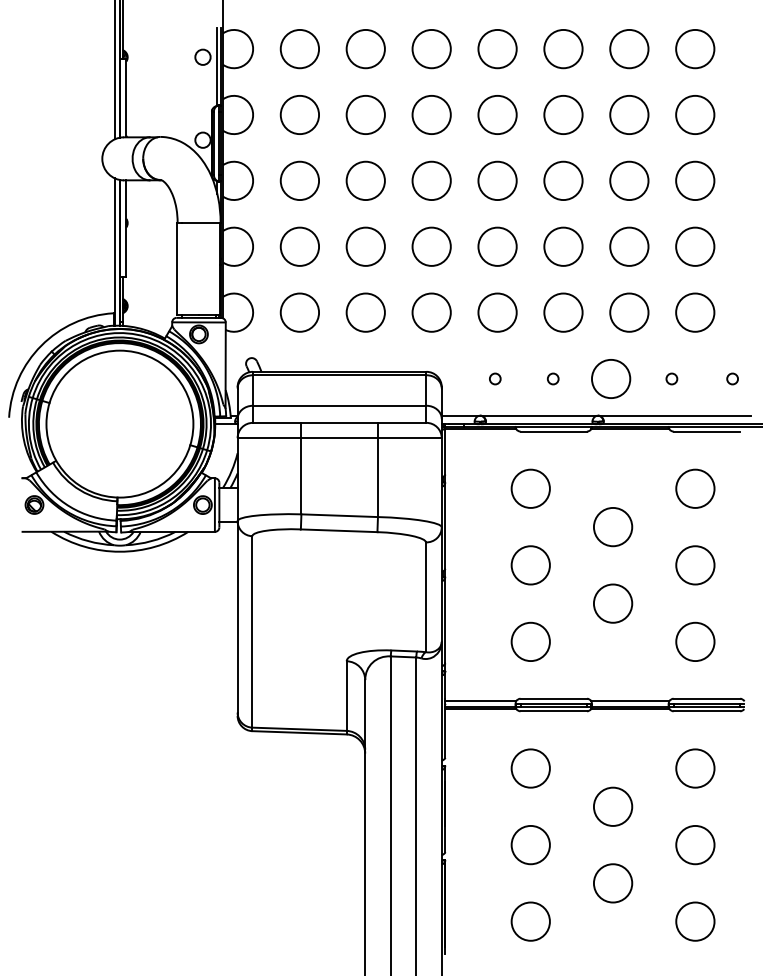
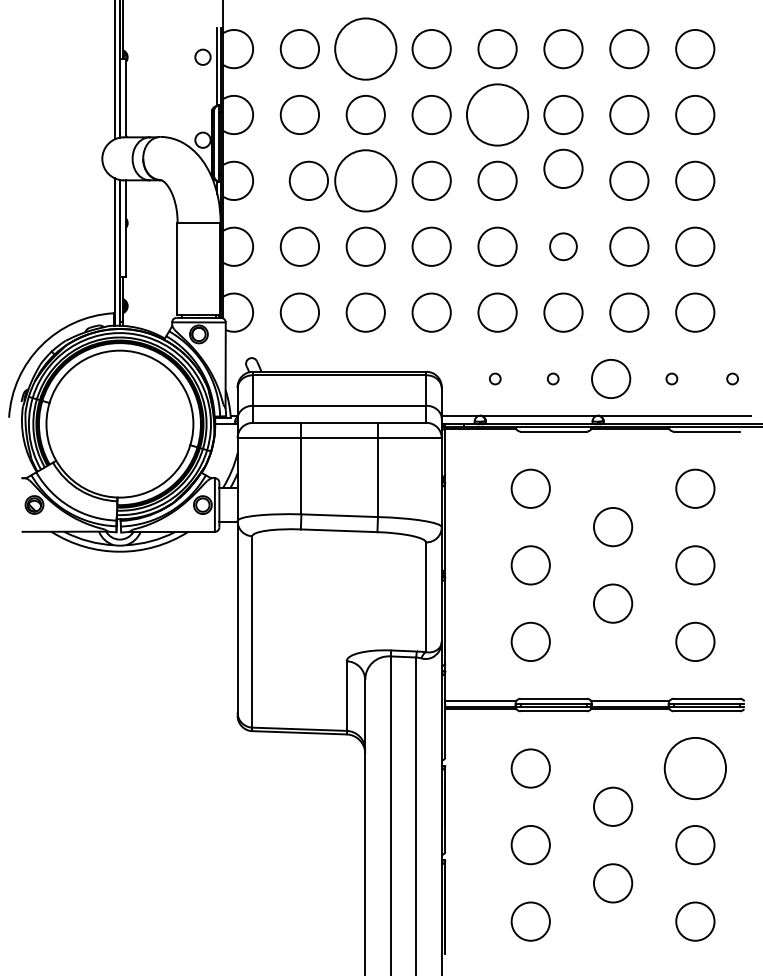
circle at (365, 48) diameter: 38 px -> 61 px
circle at (497, 114) diameter: 38 px -> 61 px
circle at (299, 180) position: (299, 180) -> (308, 180)
circle at (365, 180) diameter: 38 px -> 61 px
circle at (563, 180) position: (563, 180) -> (563, 168)
circle at (563, 246) diameter: 38 px -> 27 px
circle at (695, 768) diameter: 38 px -> 61 px
